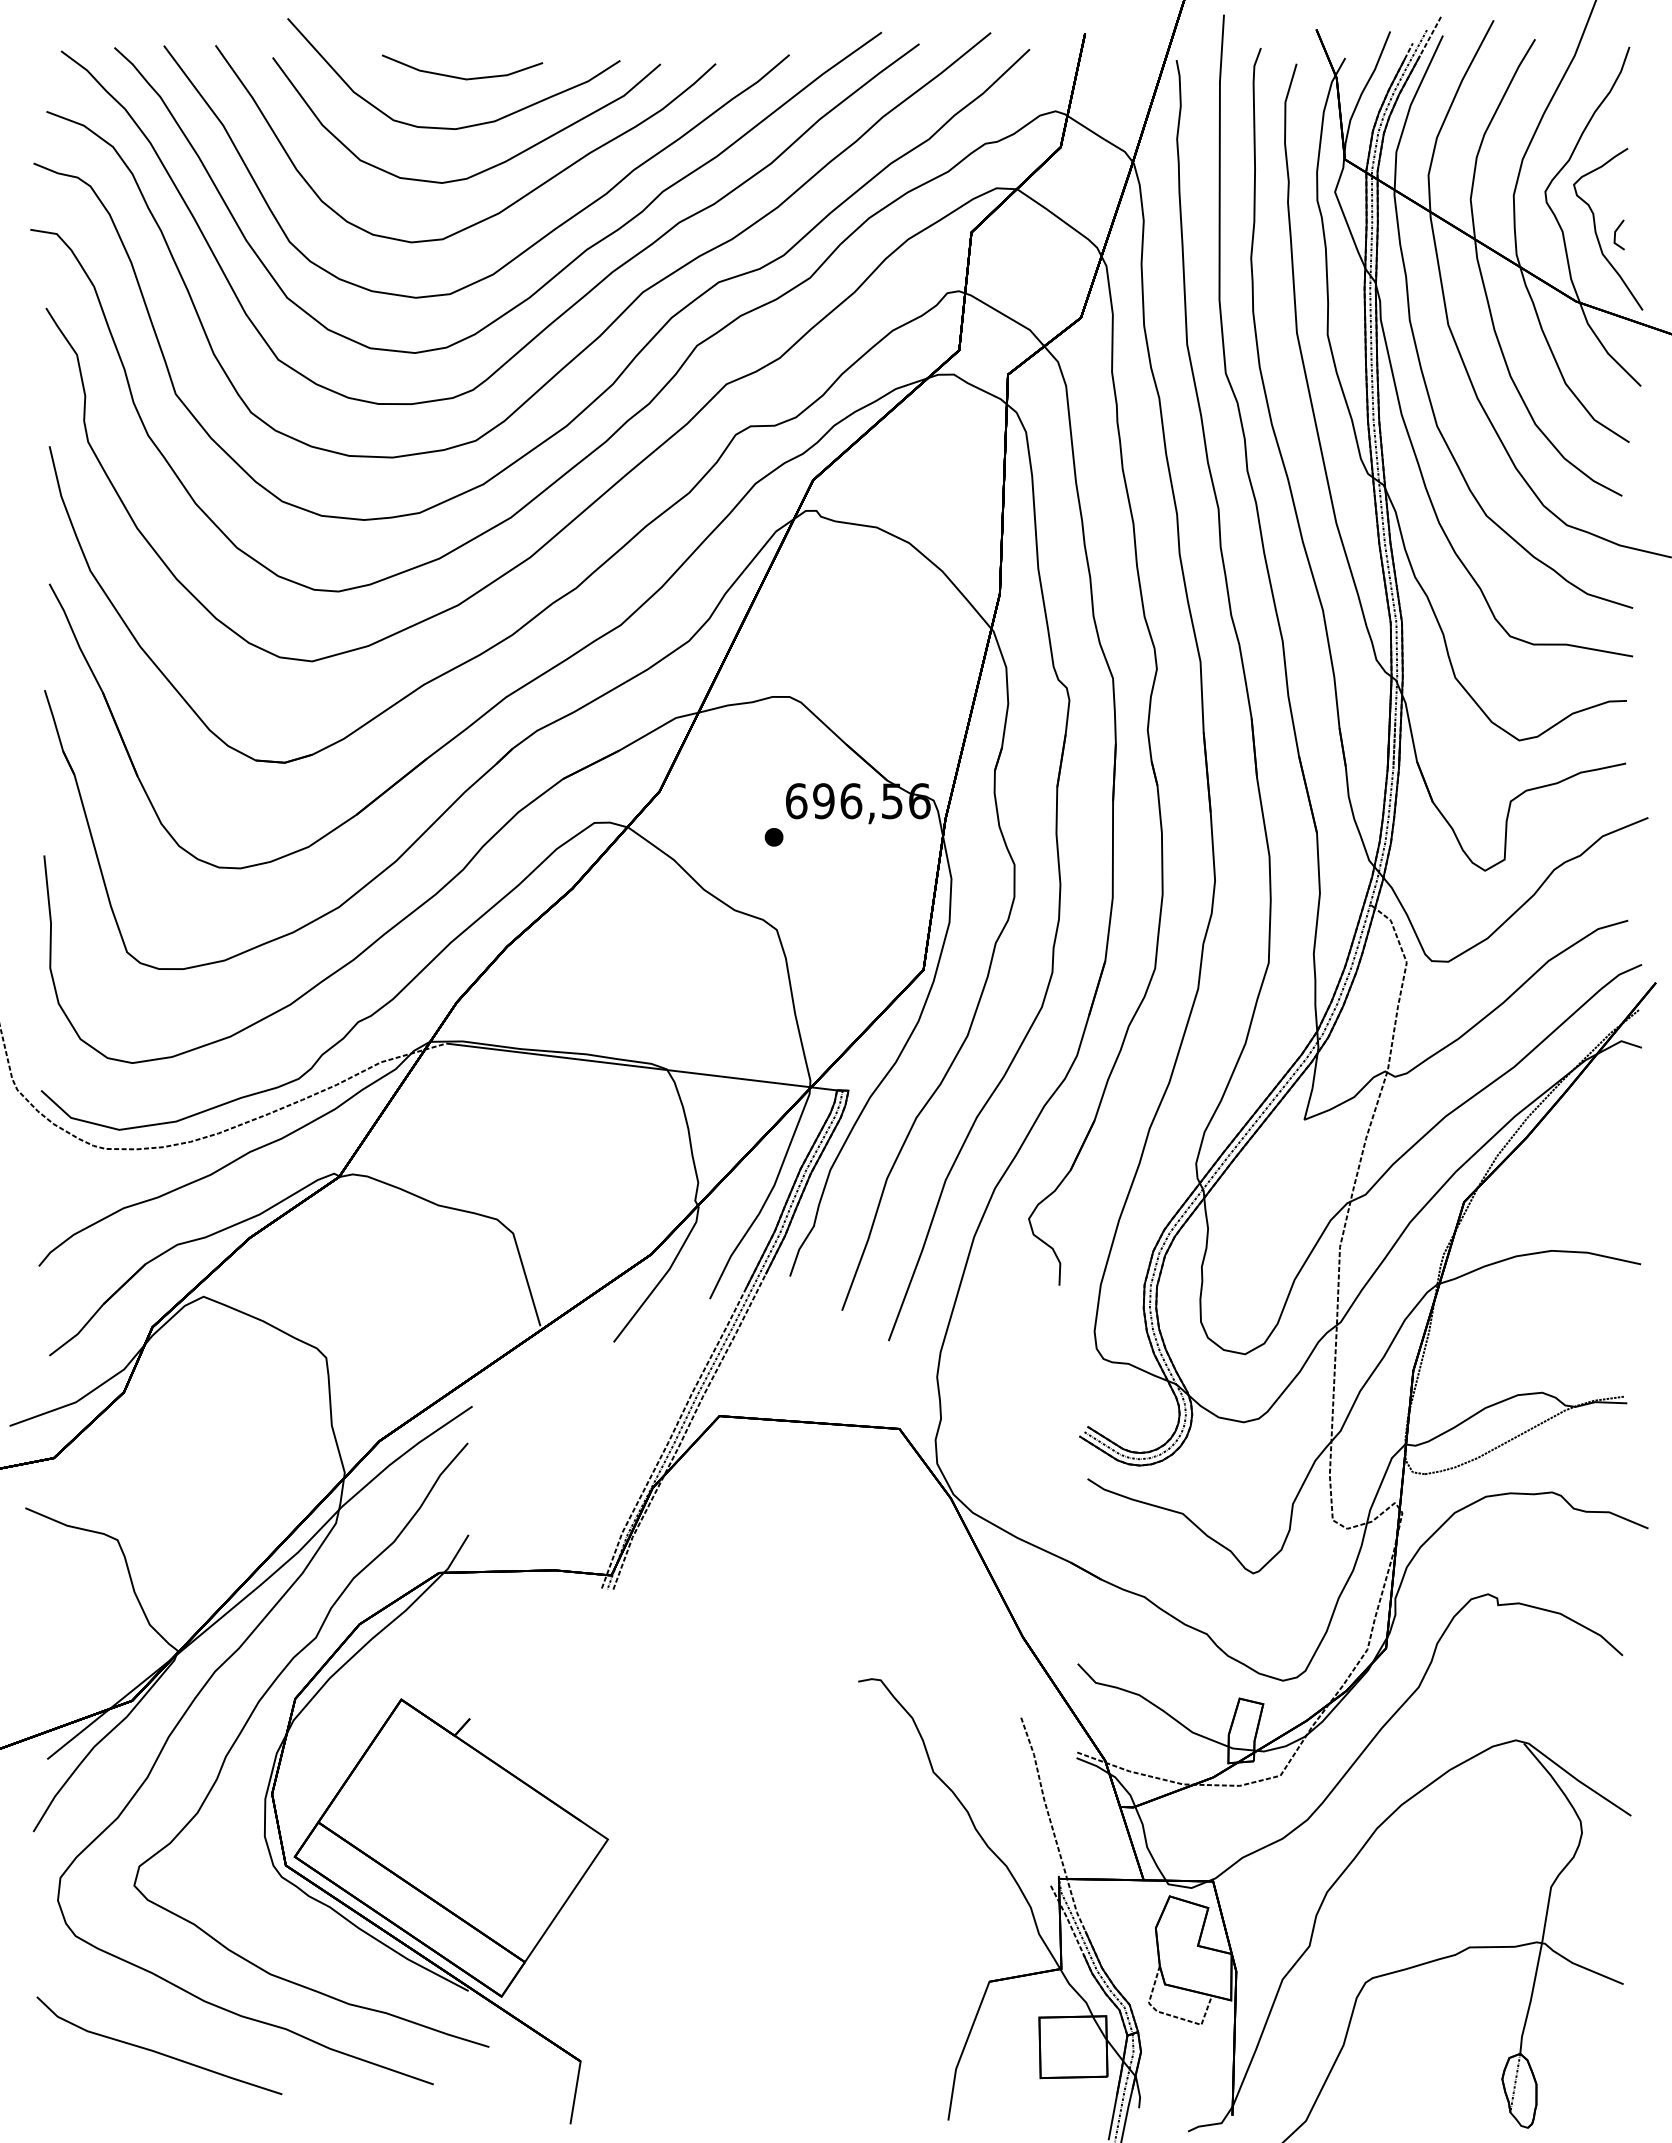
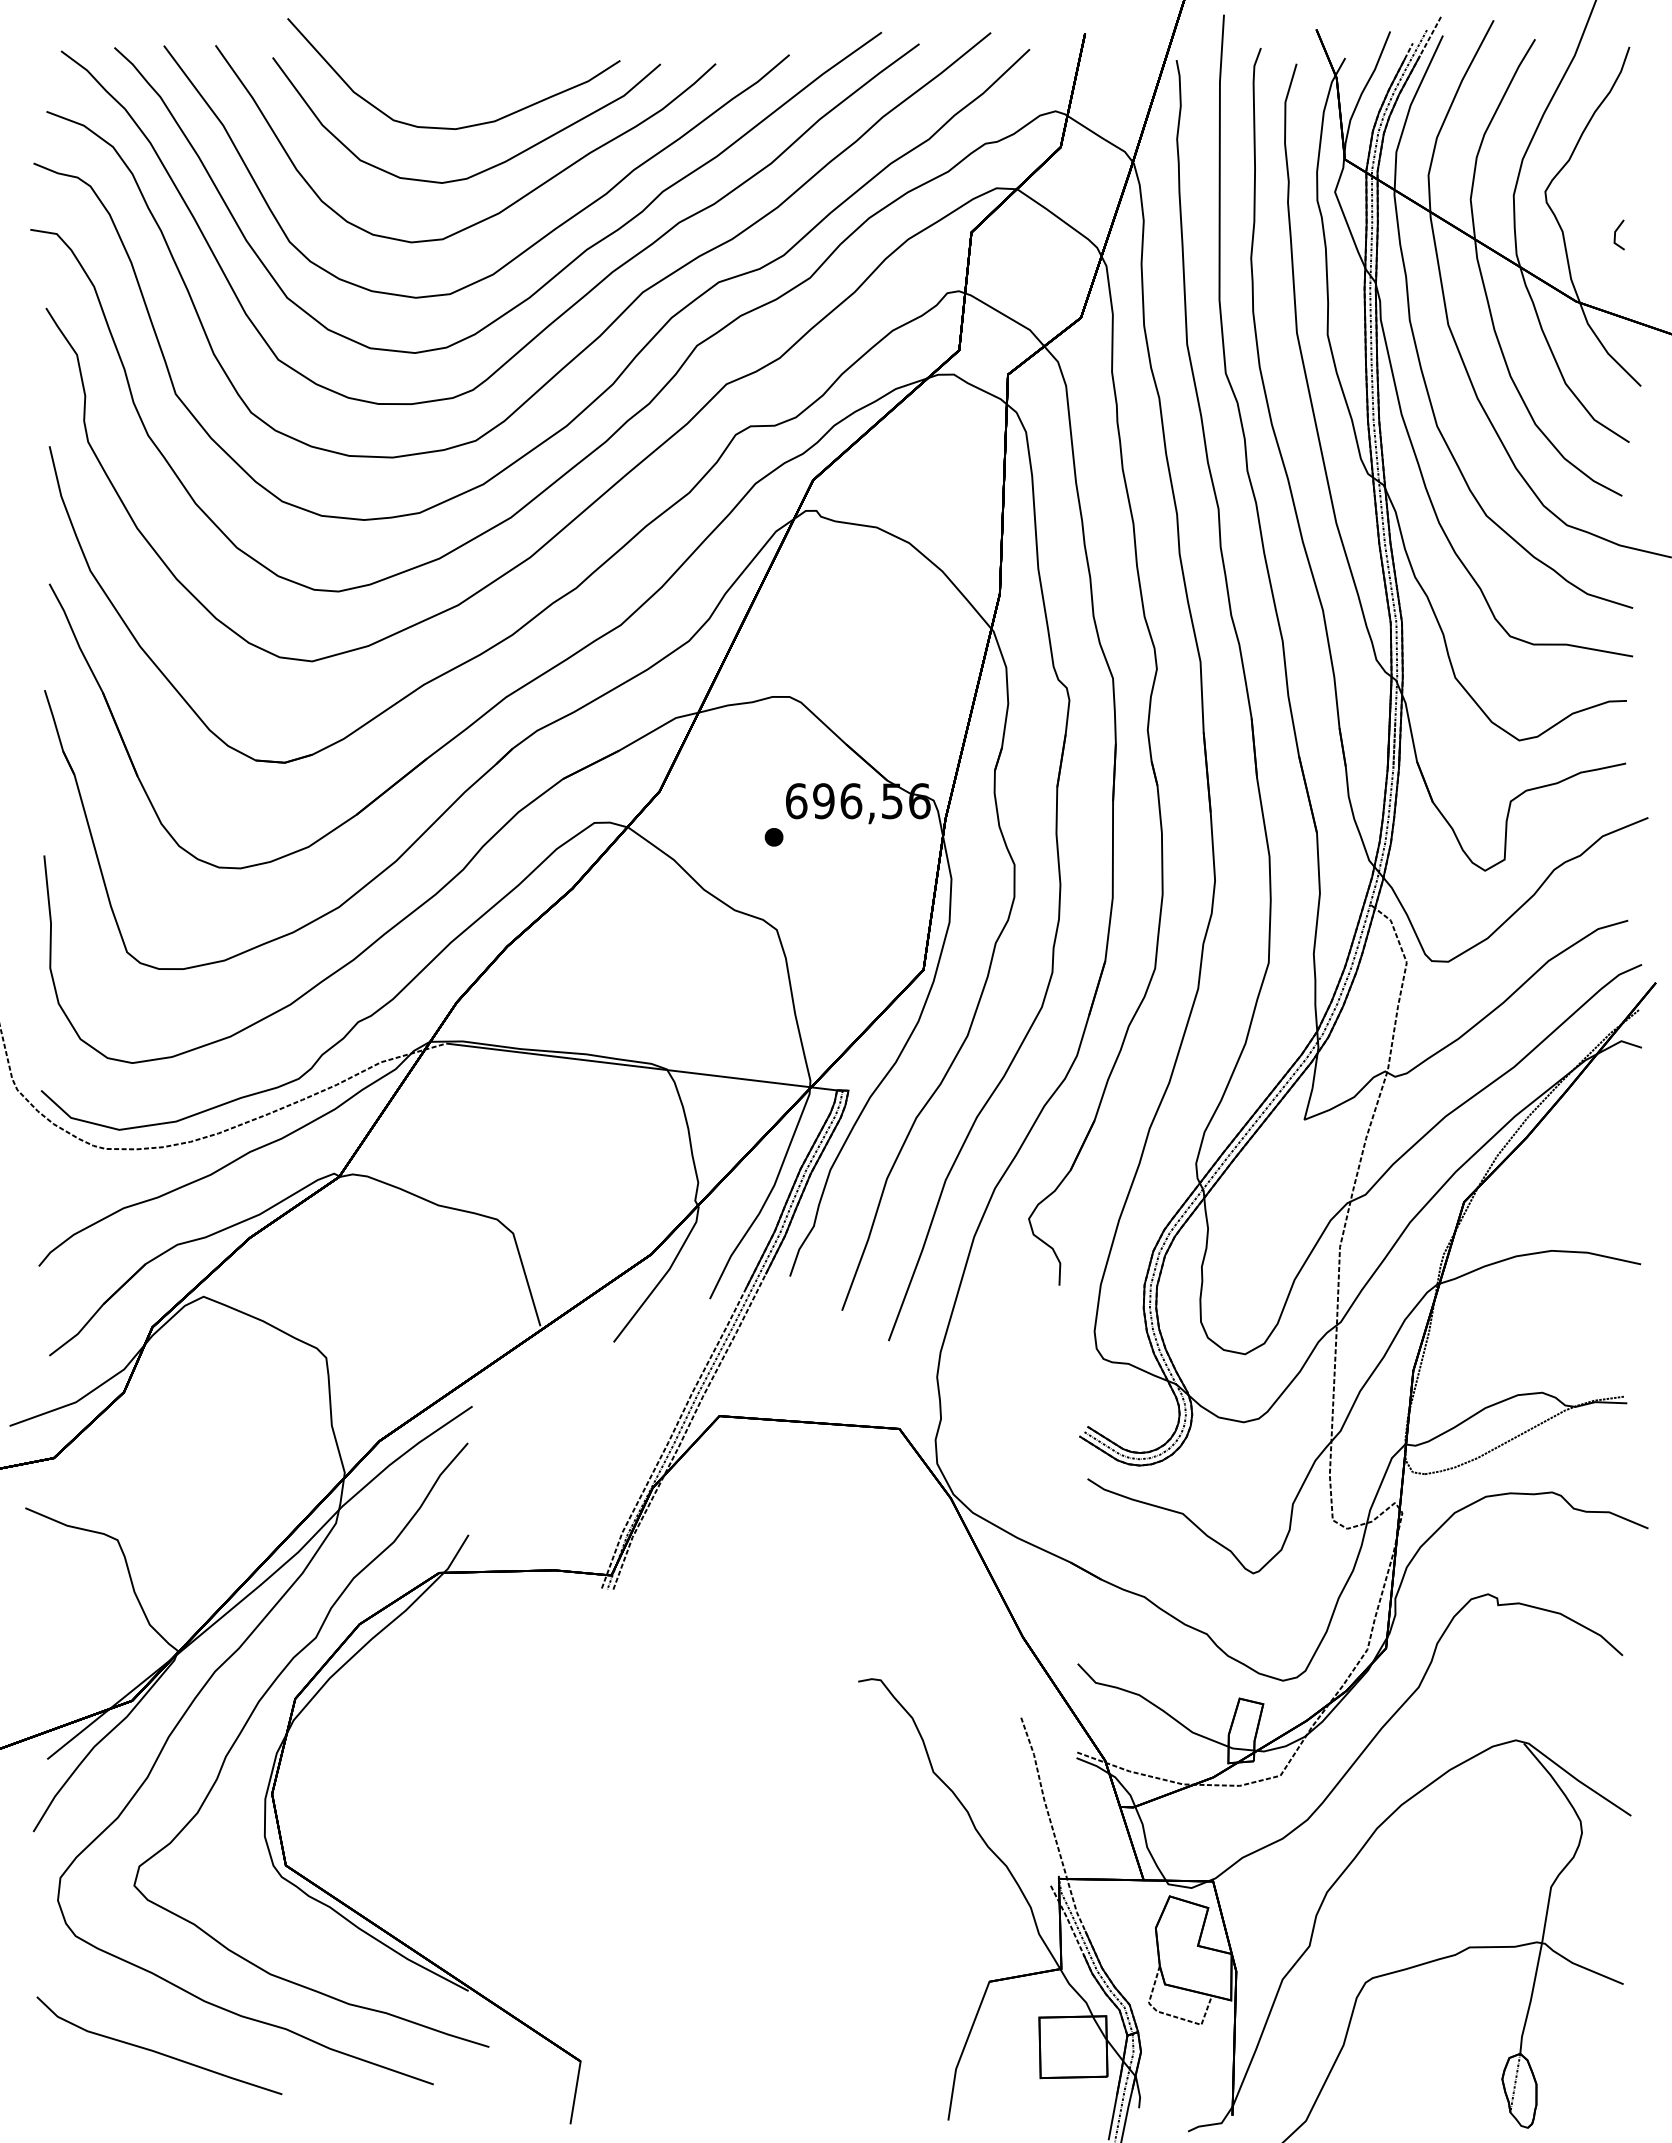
line at (462, 77): present -> none
curve at (1596, 229): present -> none
part at (451, 1847): present -> none
